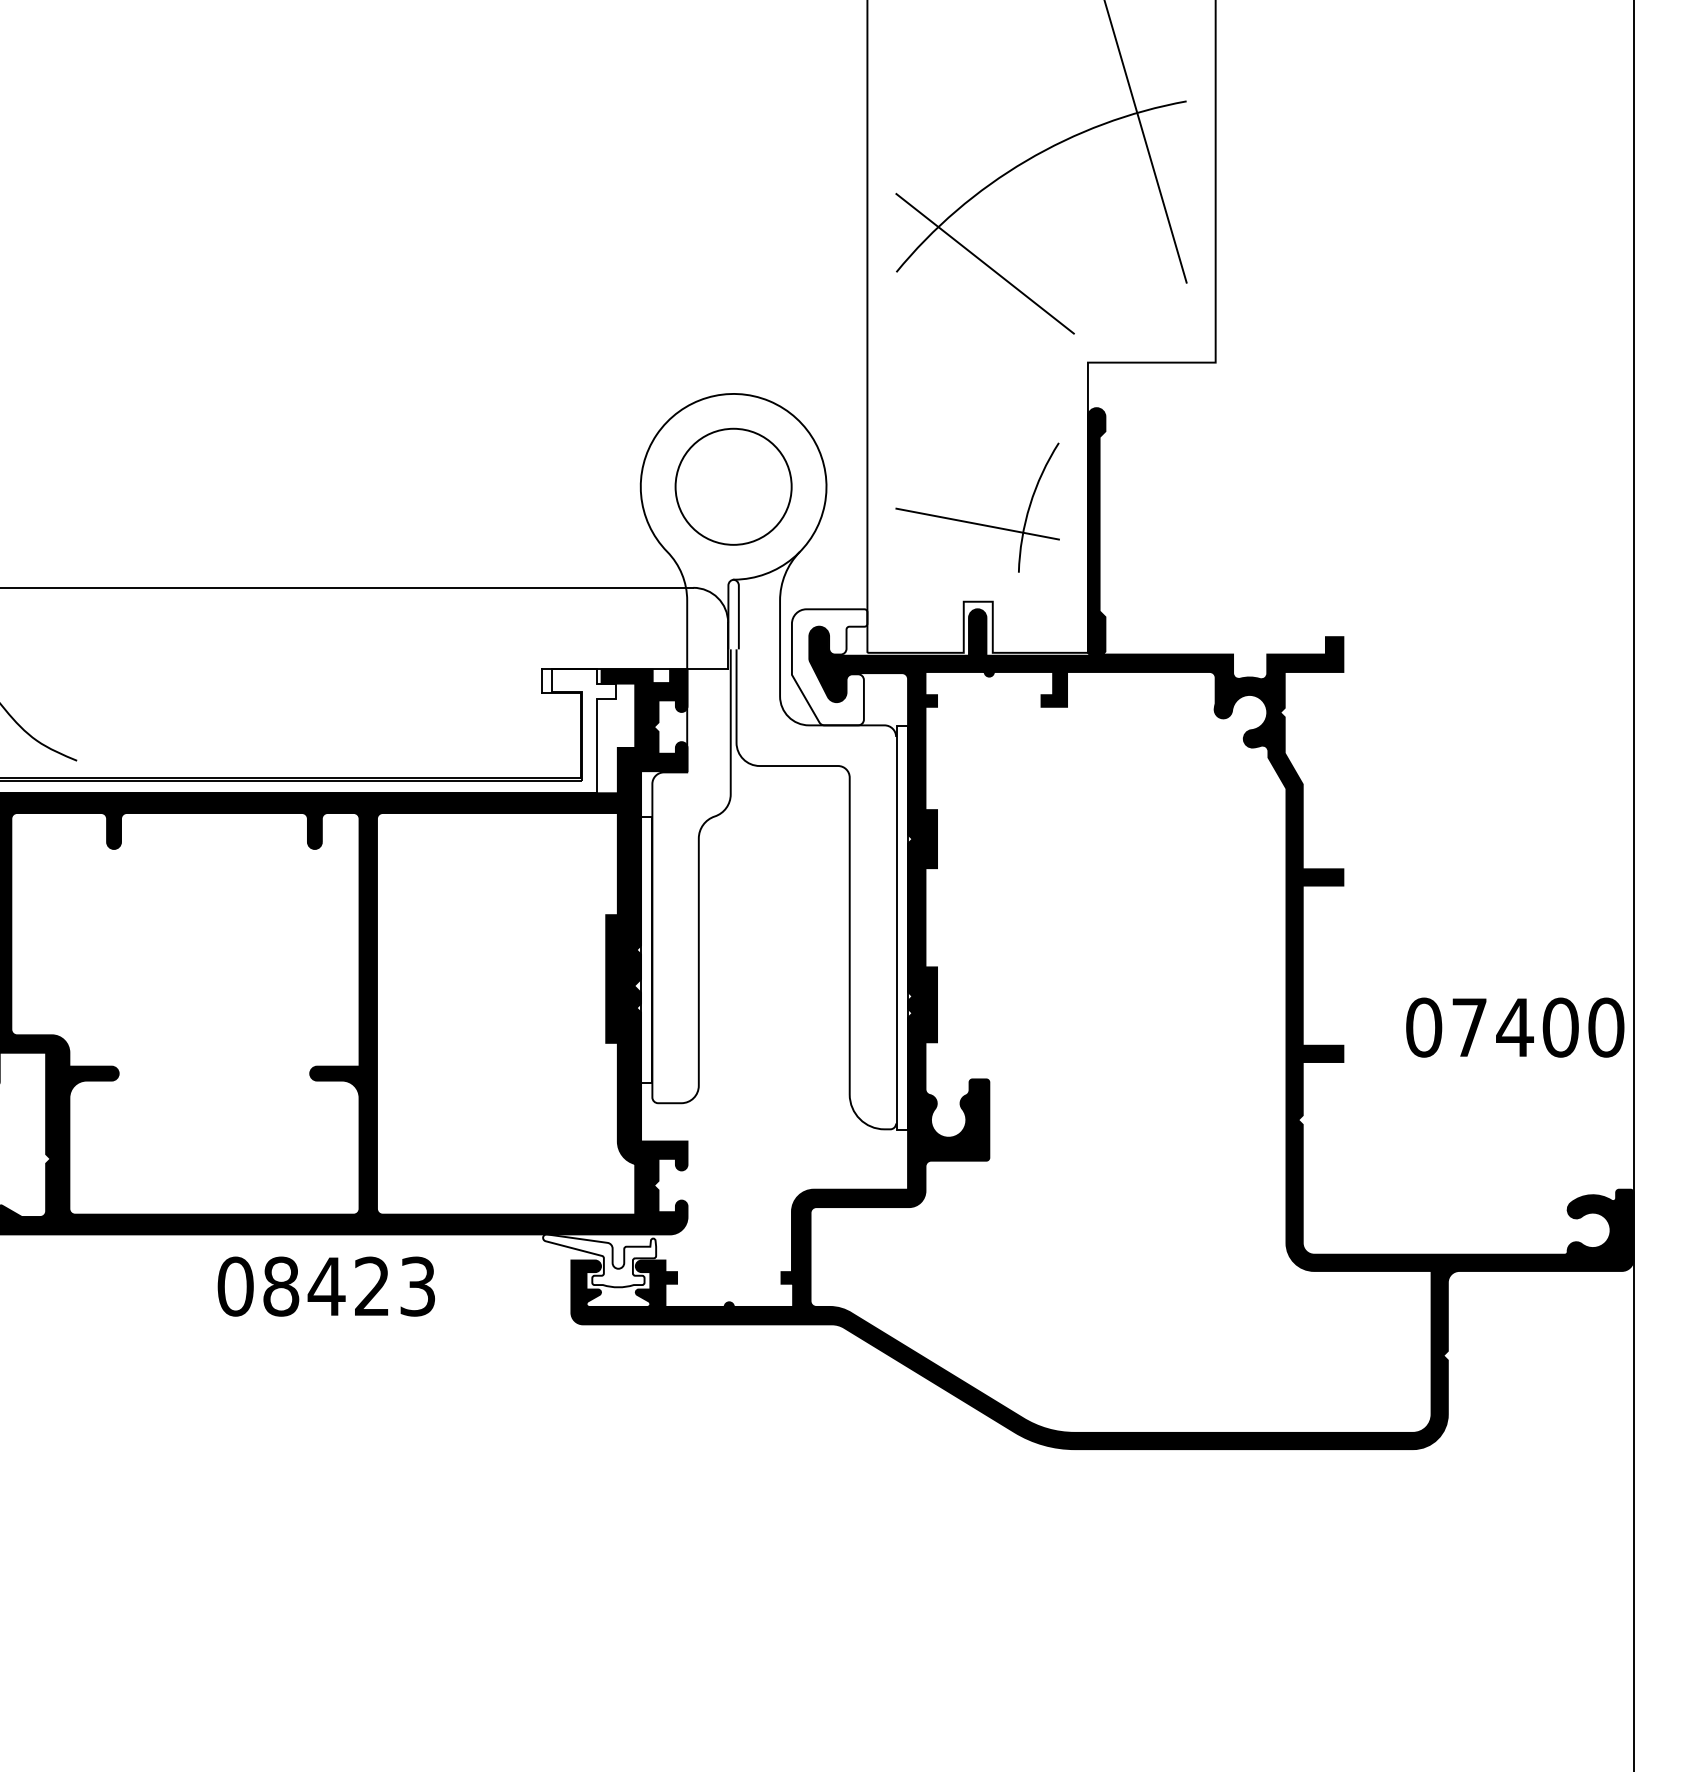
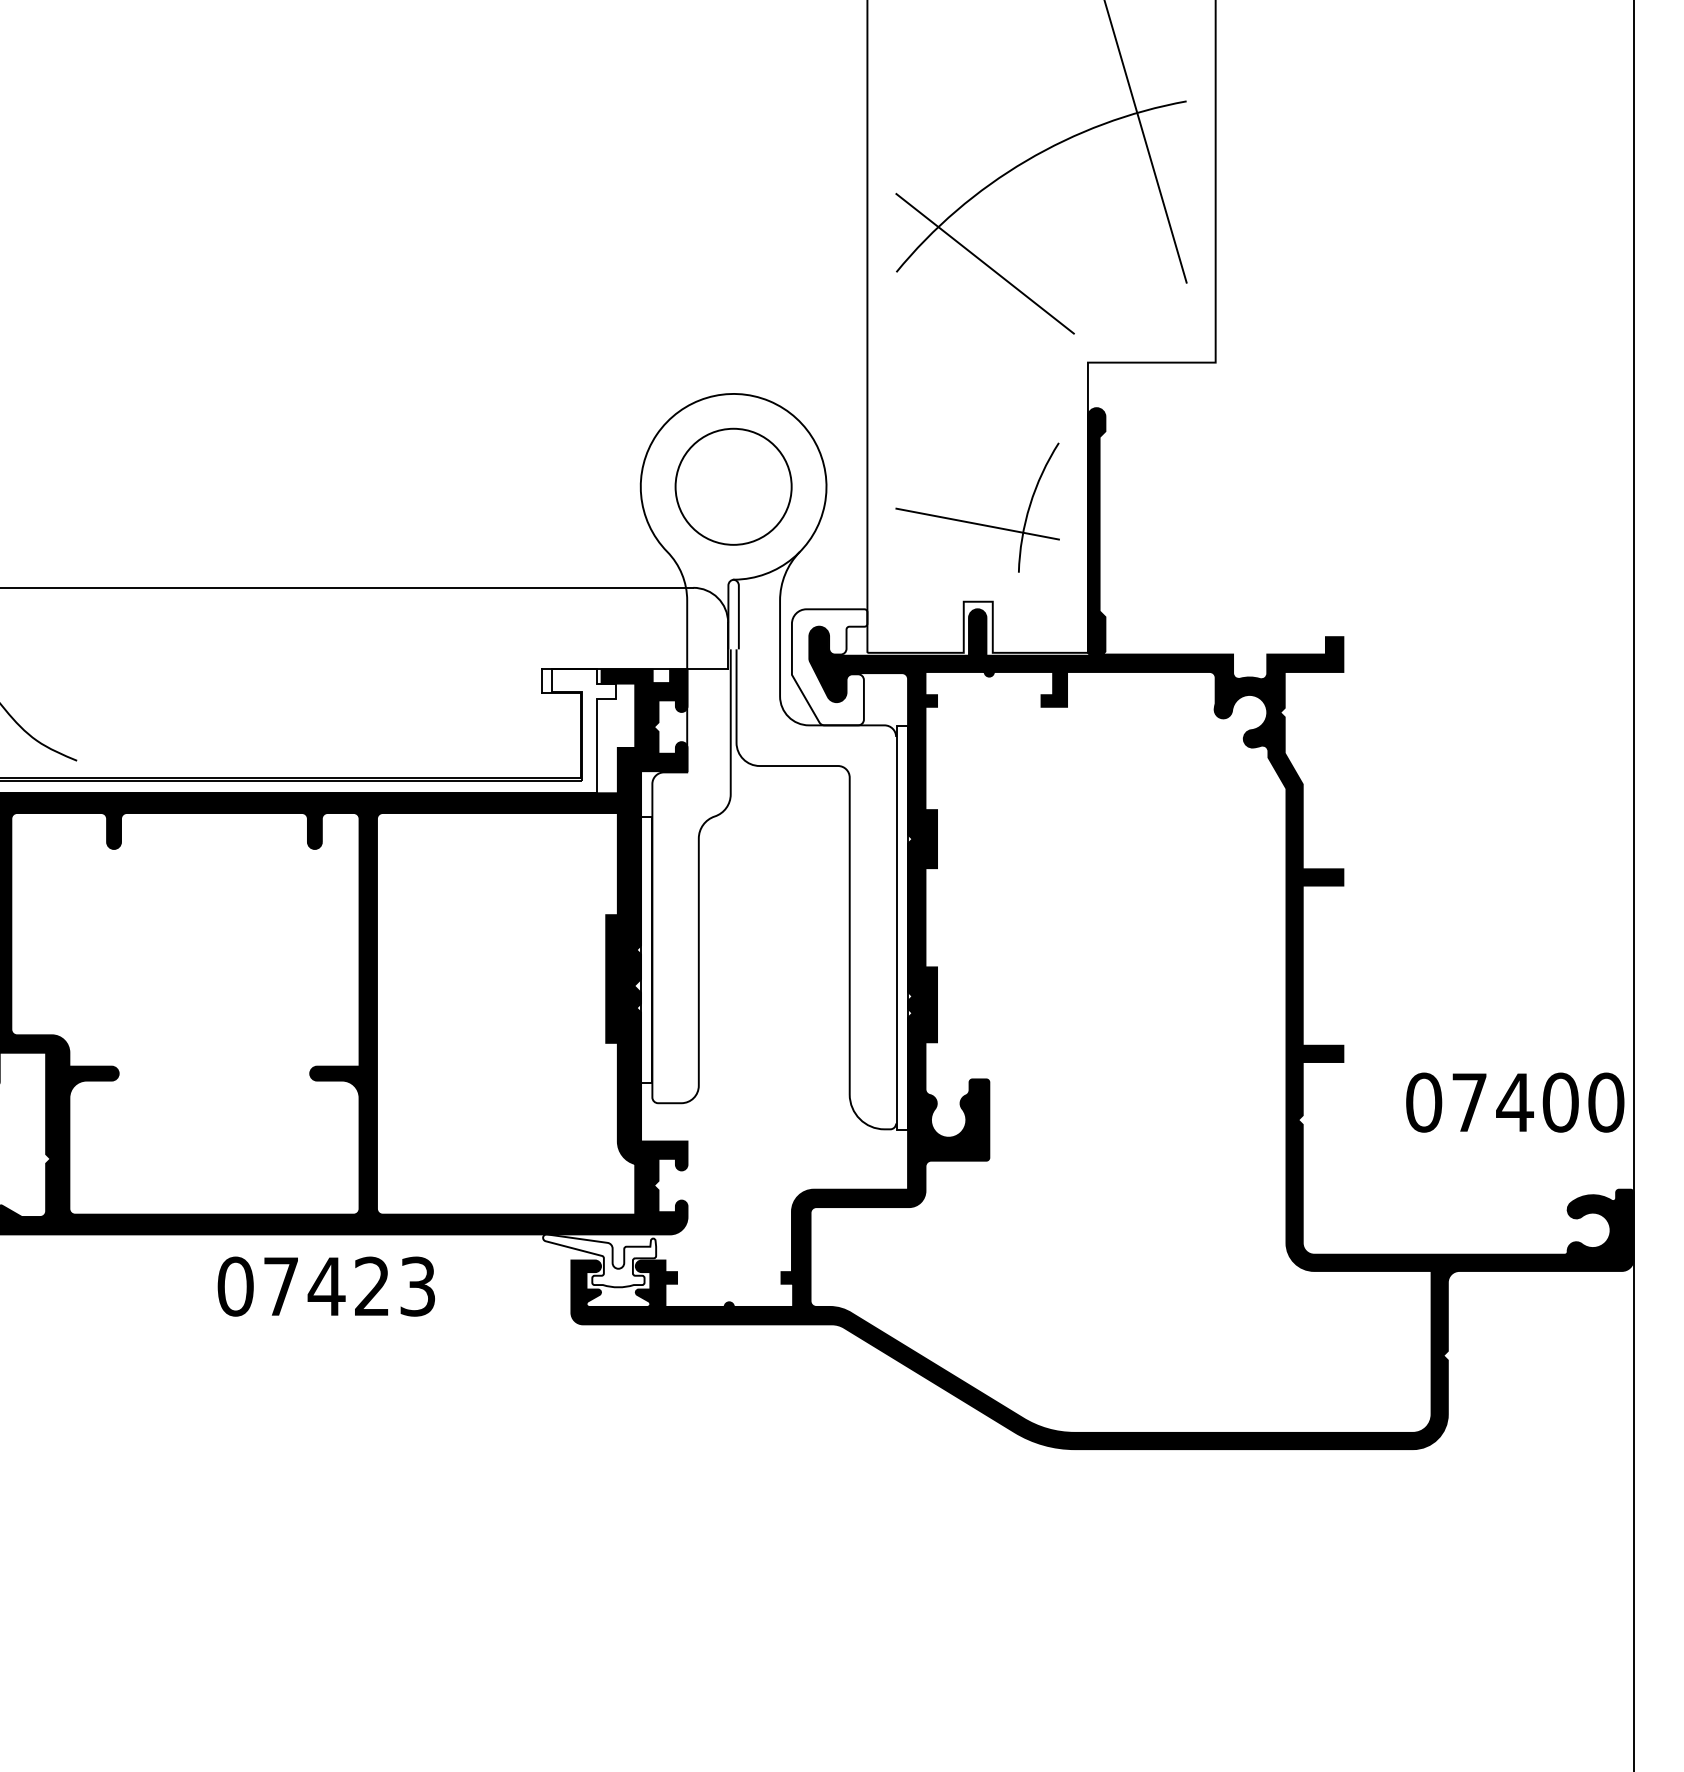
text at (1515, 1027) position: (1515, 1027) -> (1515, 1102)
text at (281, 1286): 08423 -> 07423
